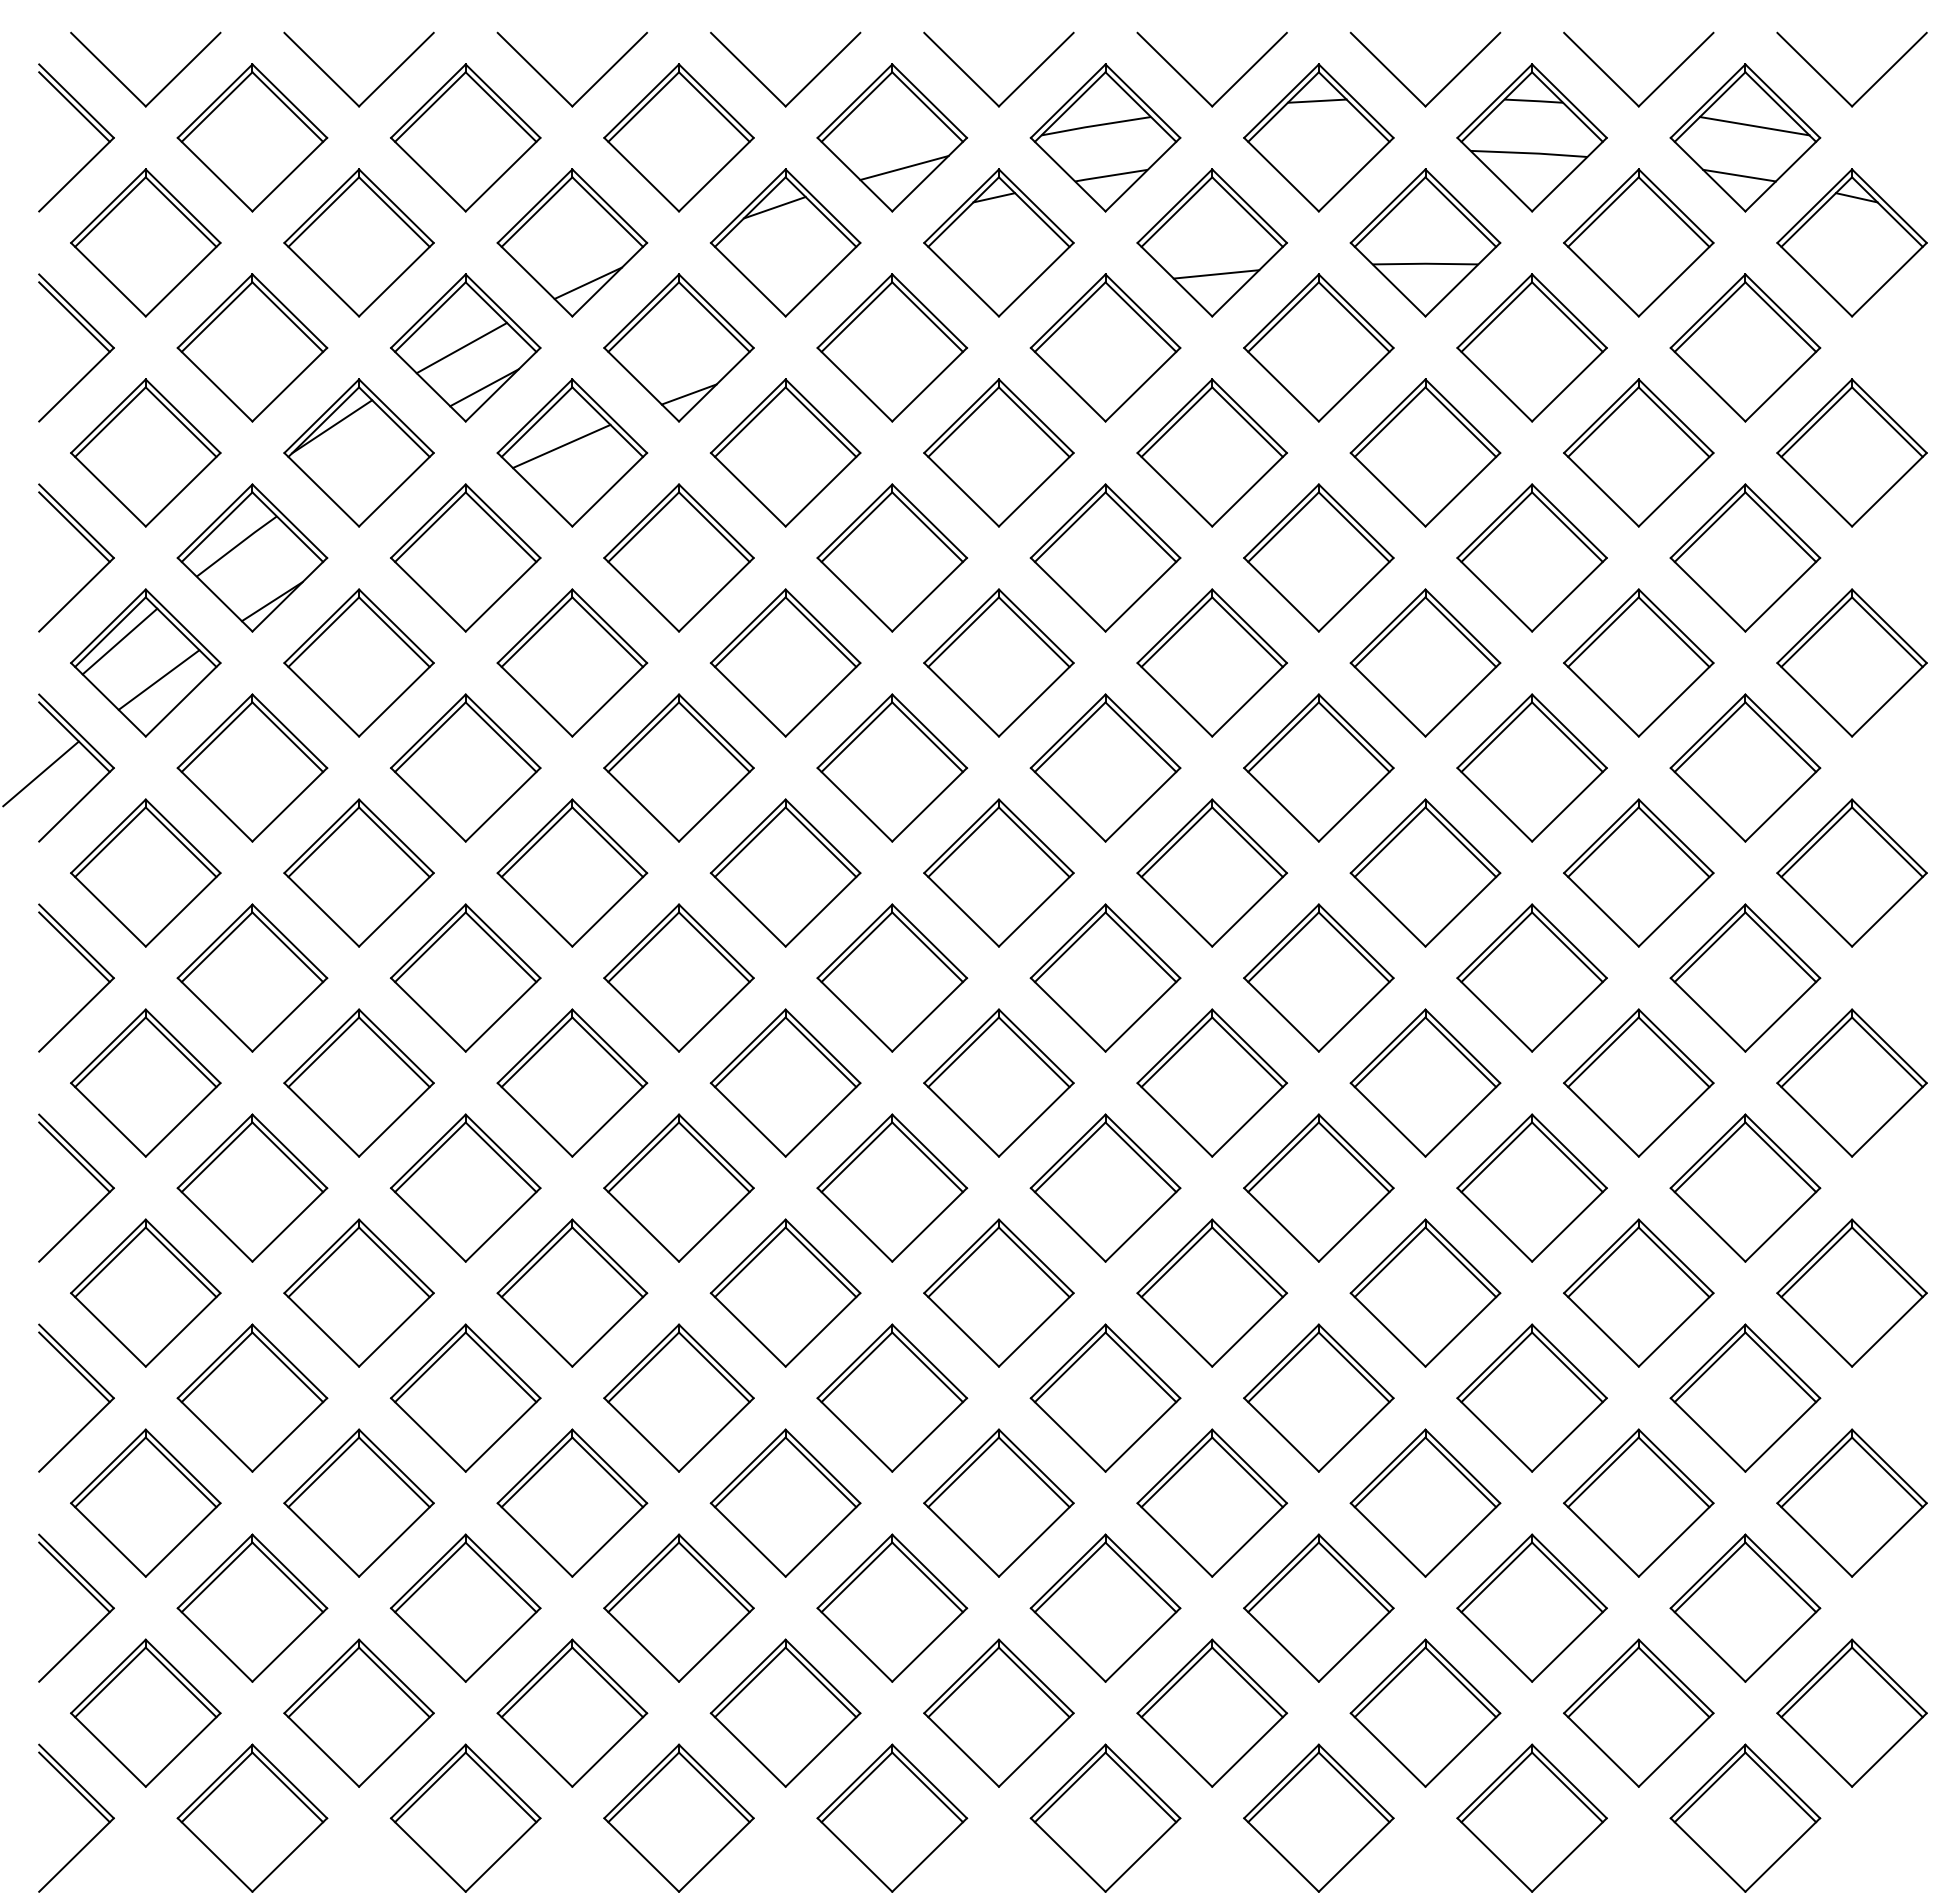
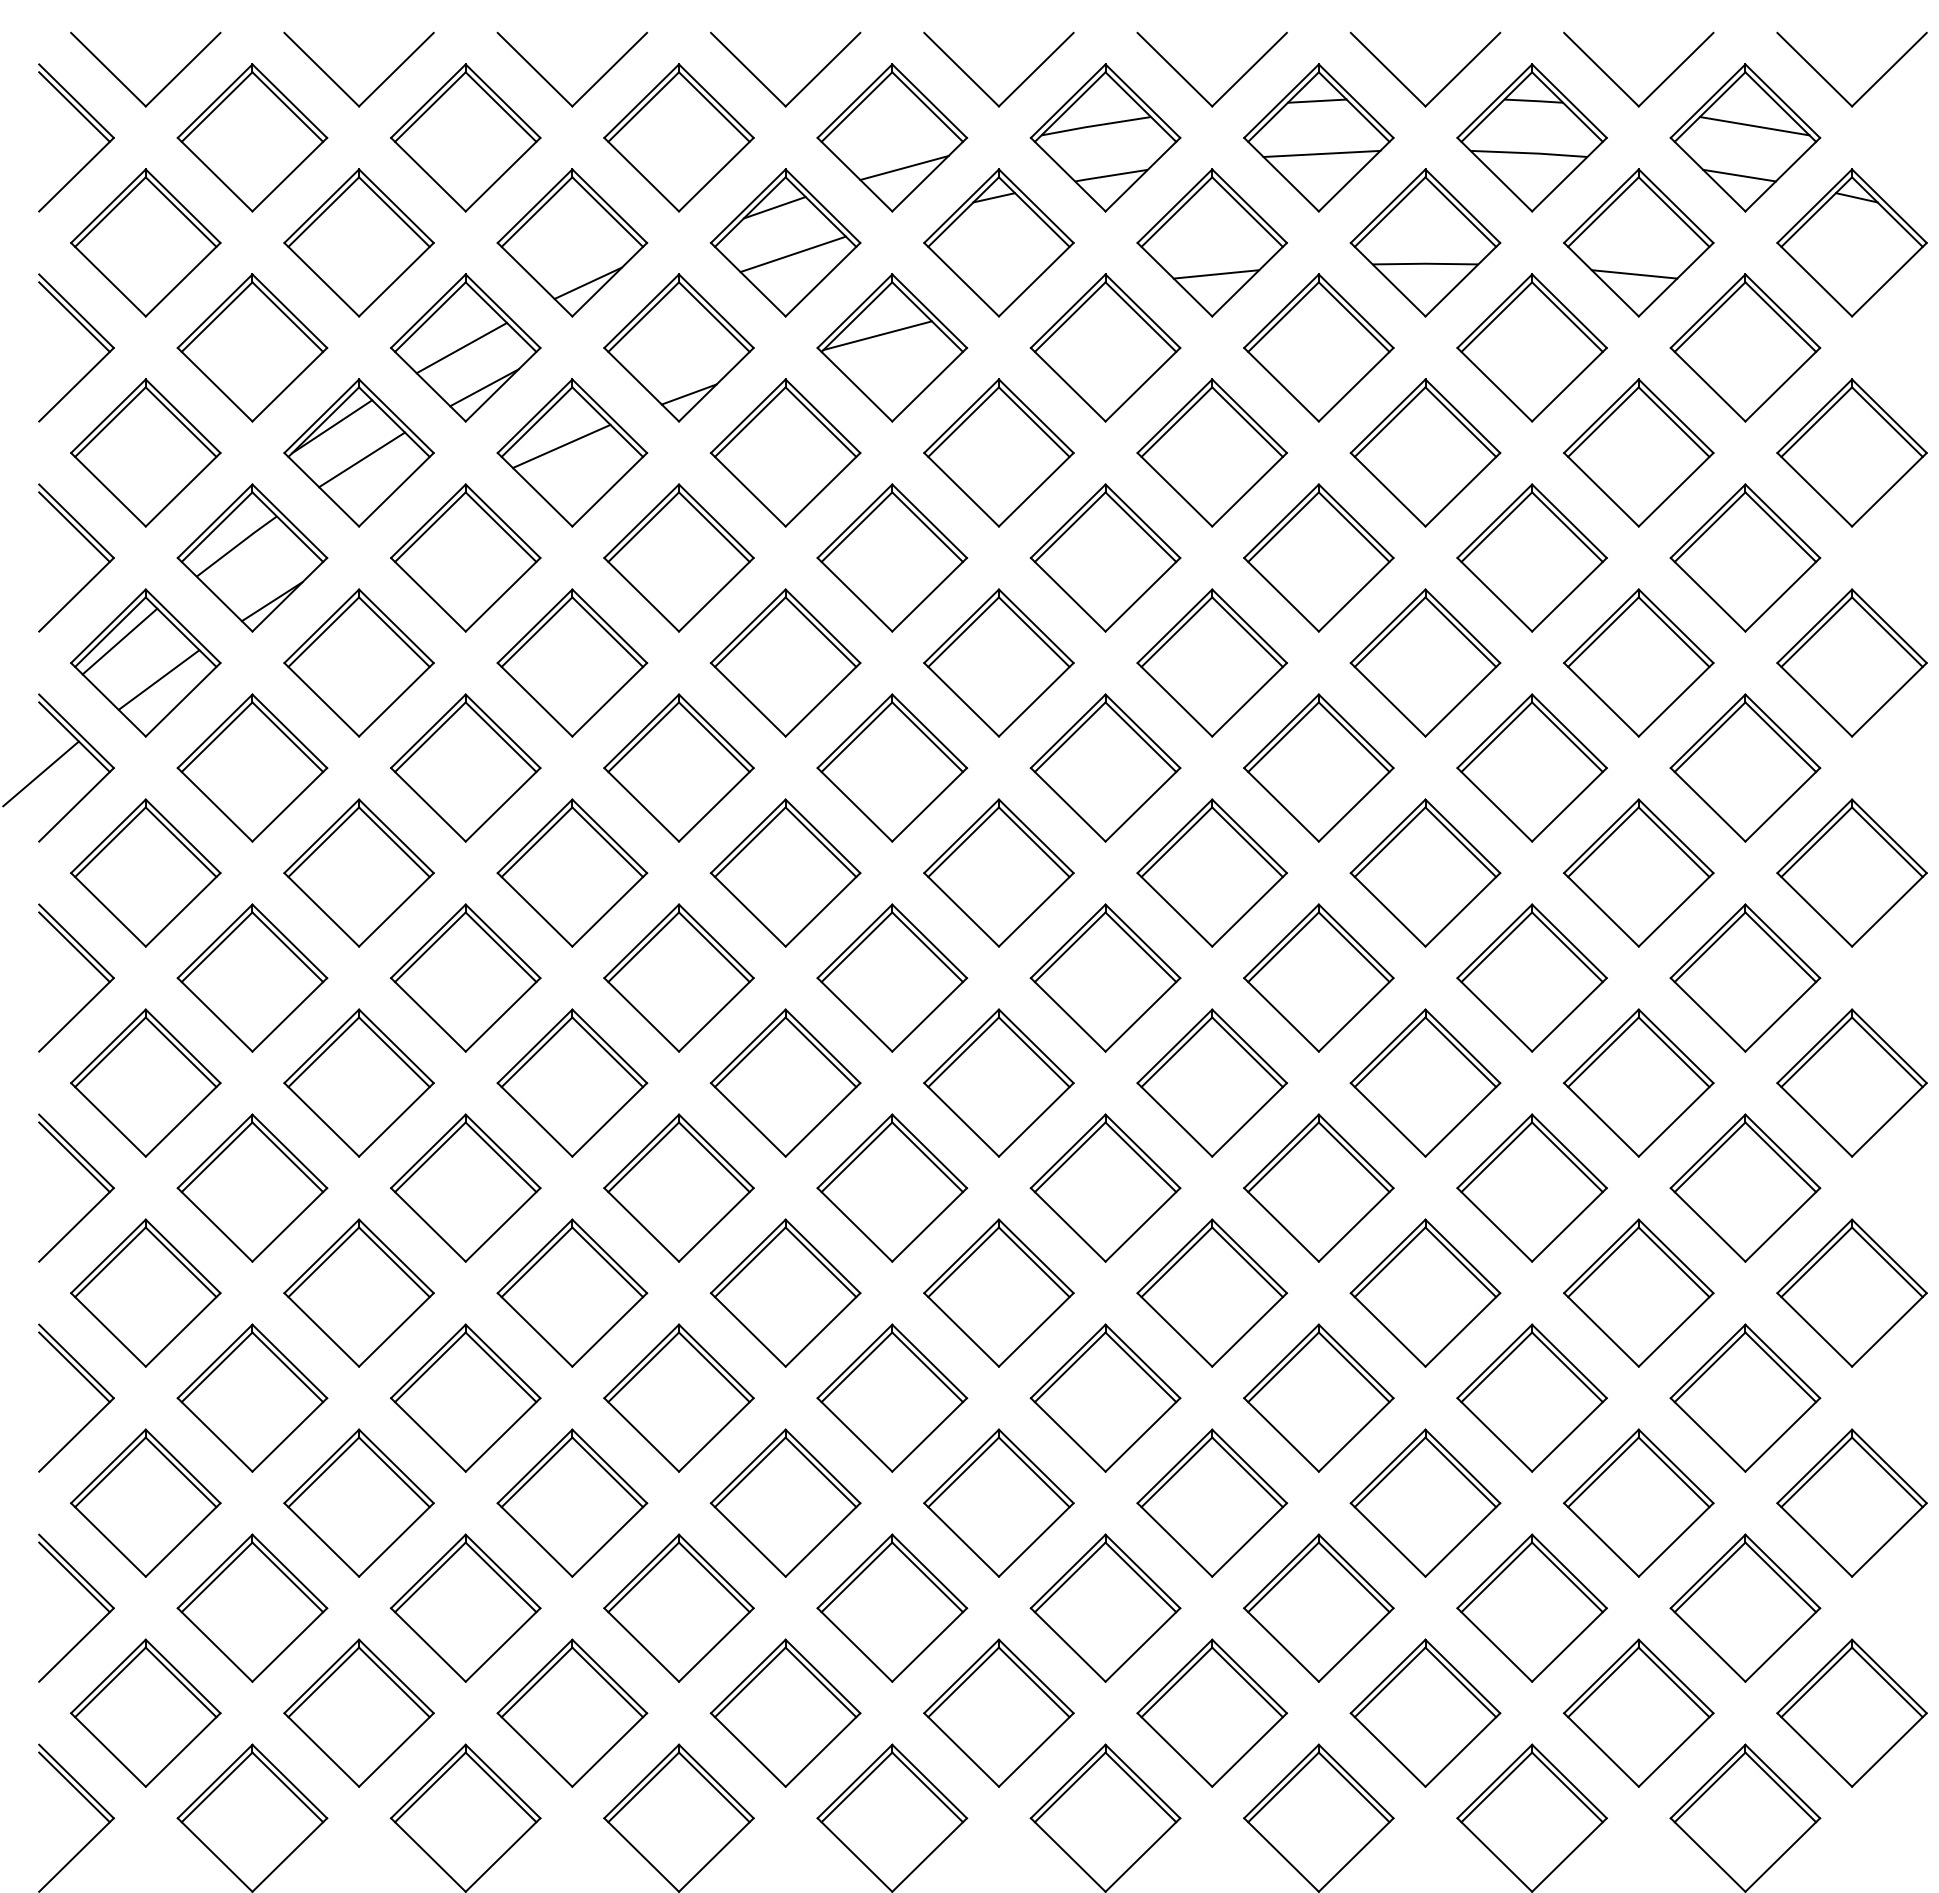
line at (1321, 153): none -> present
line at (792, 254): none -> present
line at (1634, 274): none -> present
line at (877, 335): none -> present
line at (362, 459): none -> present
